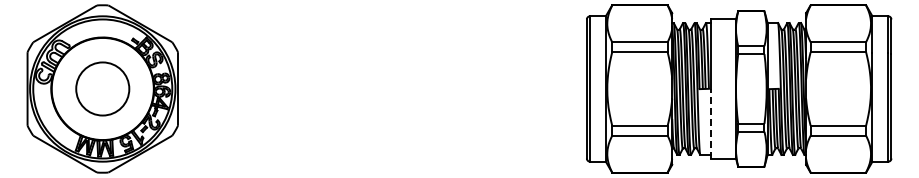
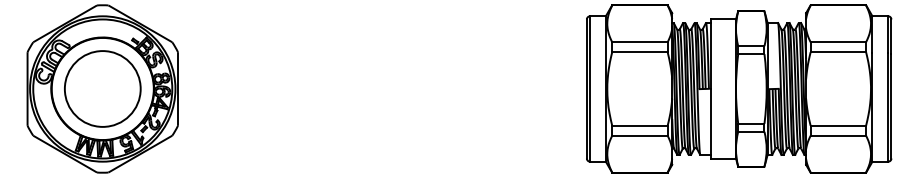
circle at (102, 88) diameter: 53 px -> 76 px
line at (710, 123): dashed -> solid
